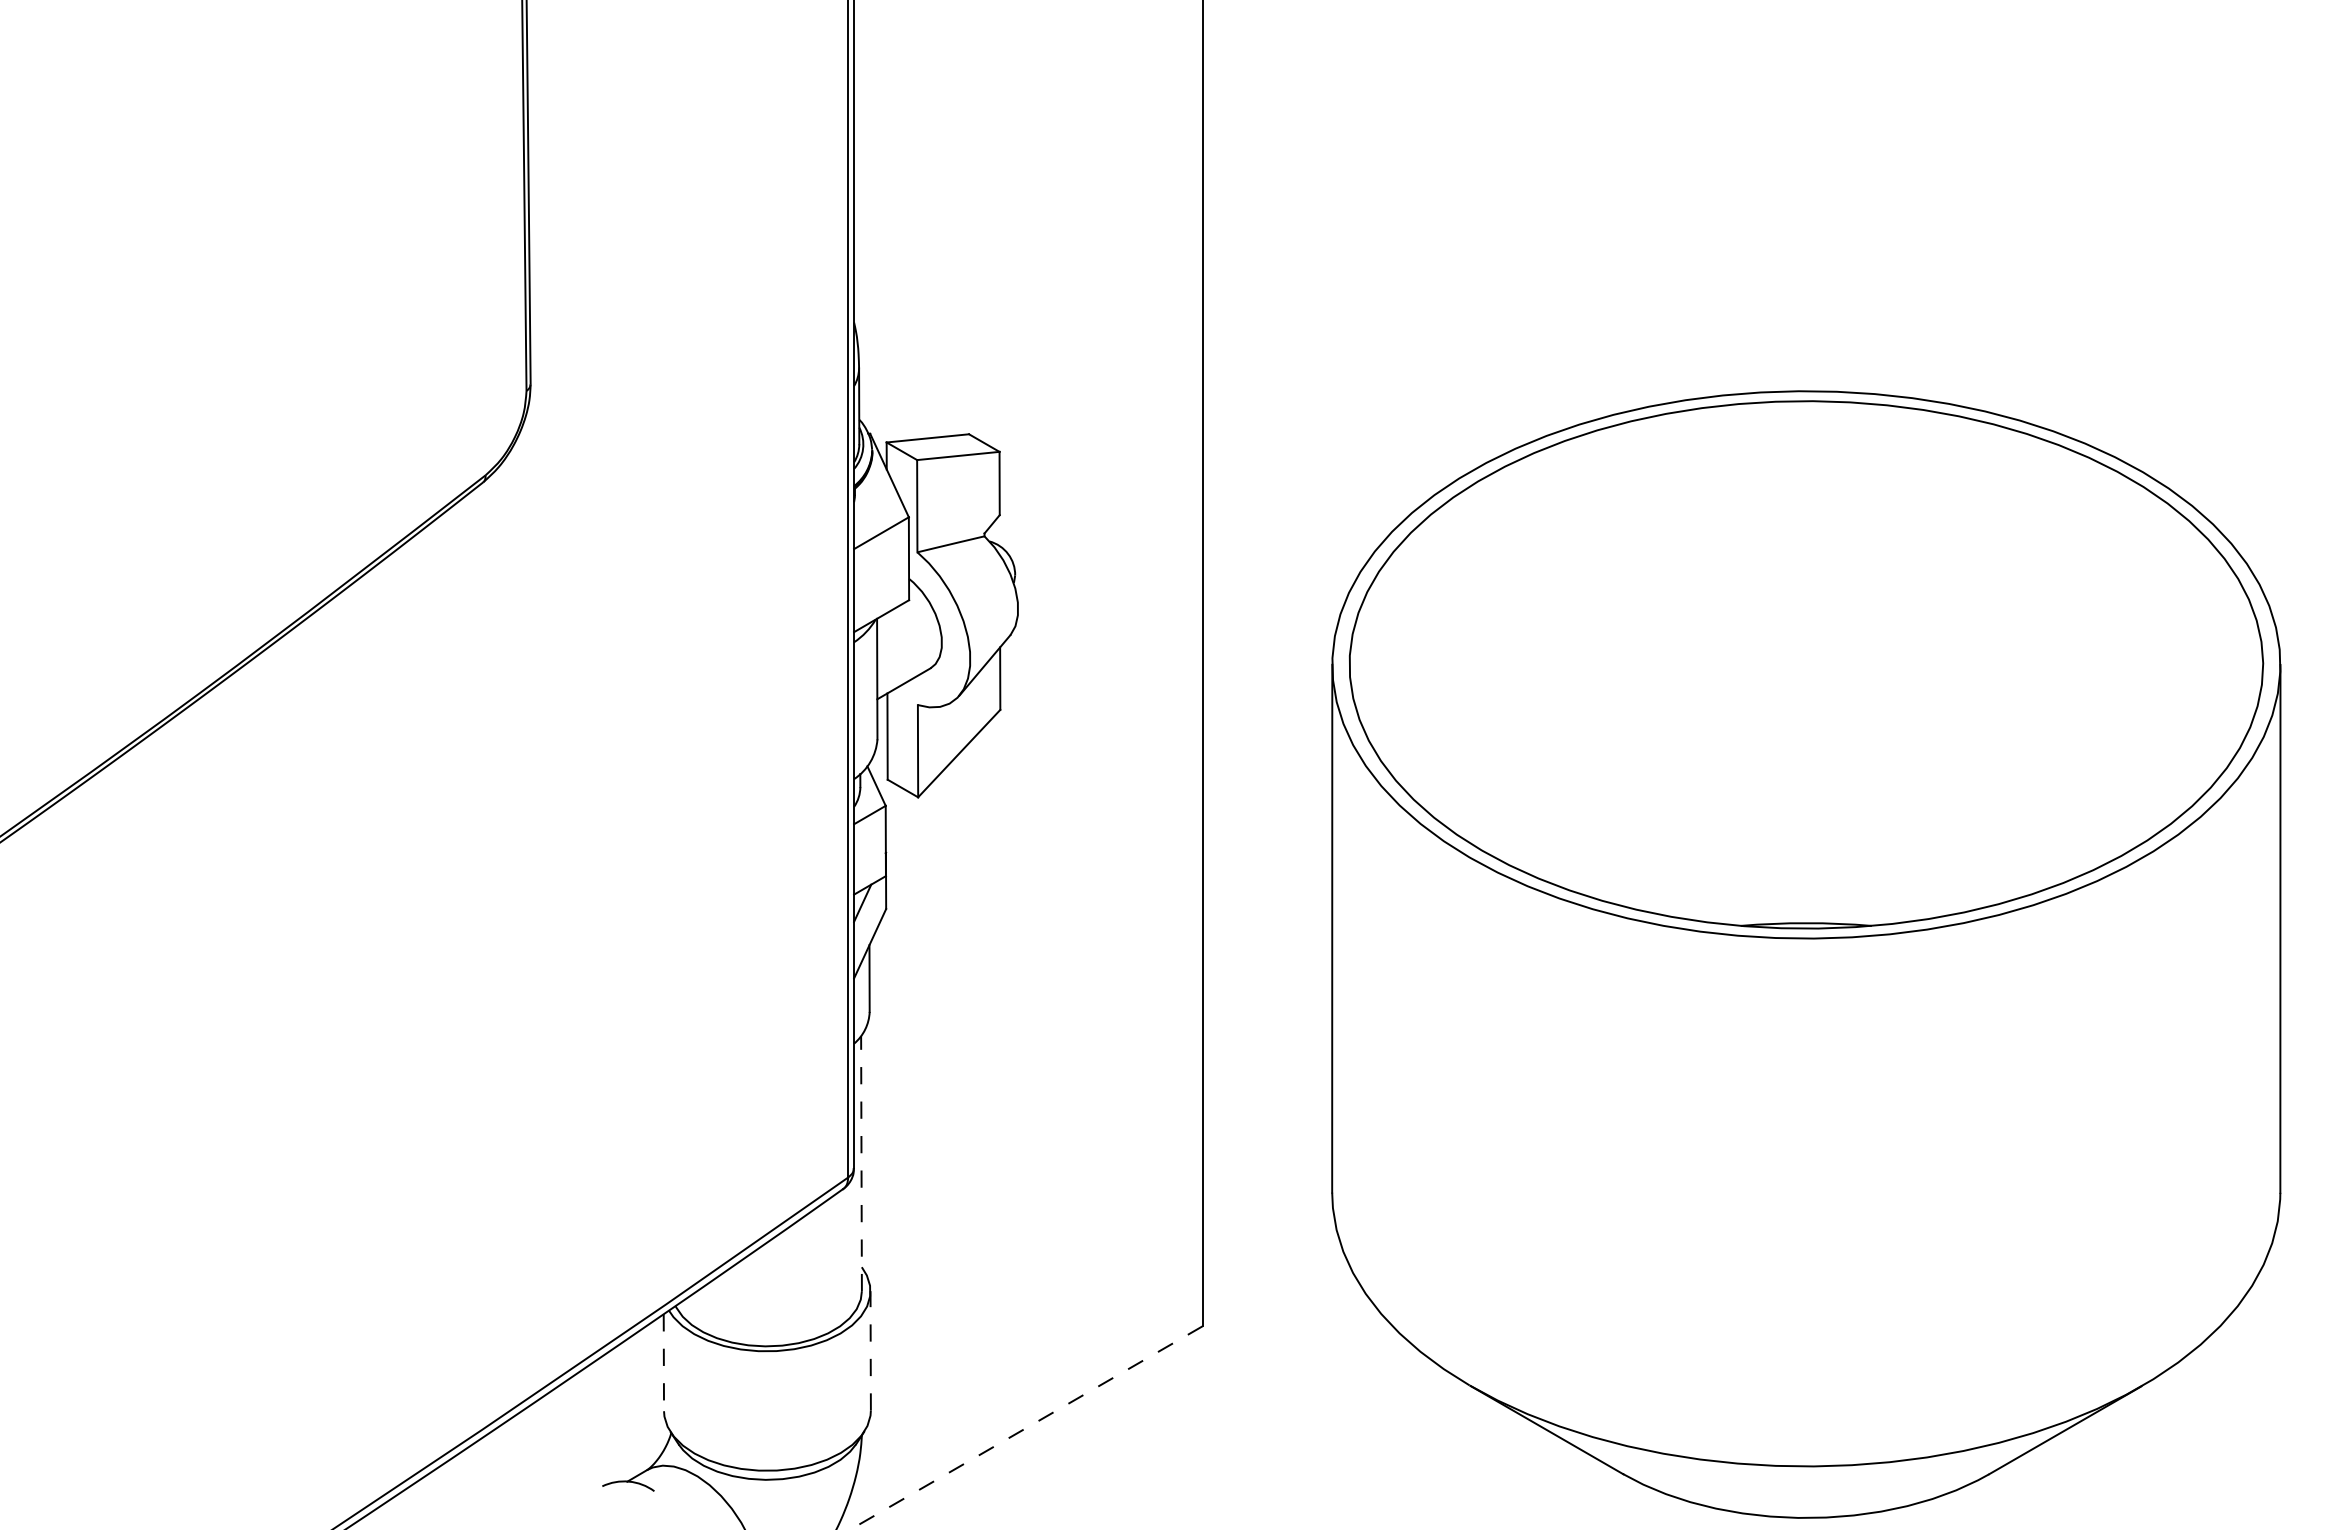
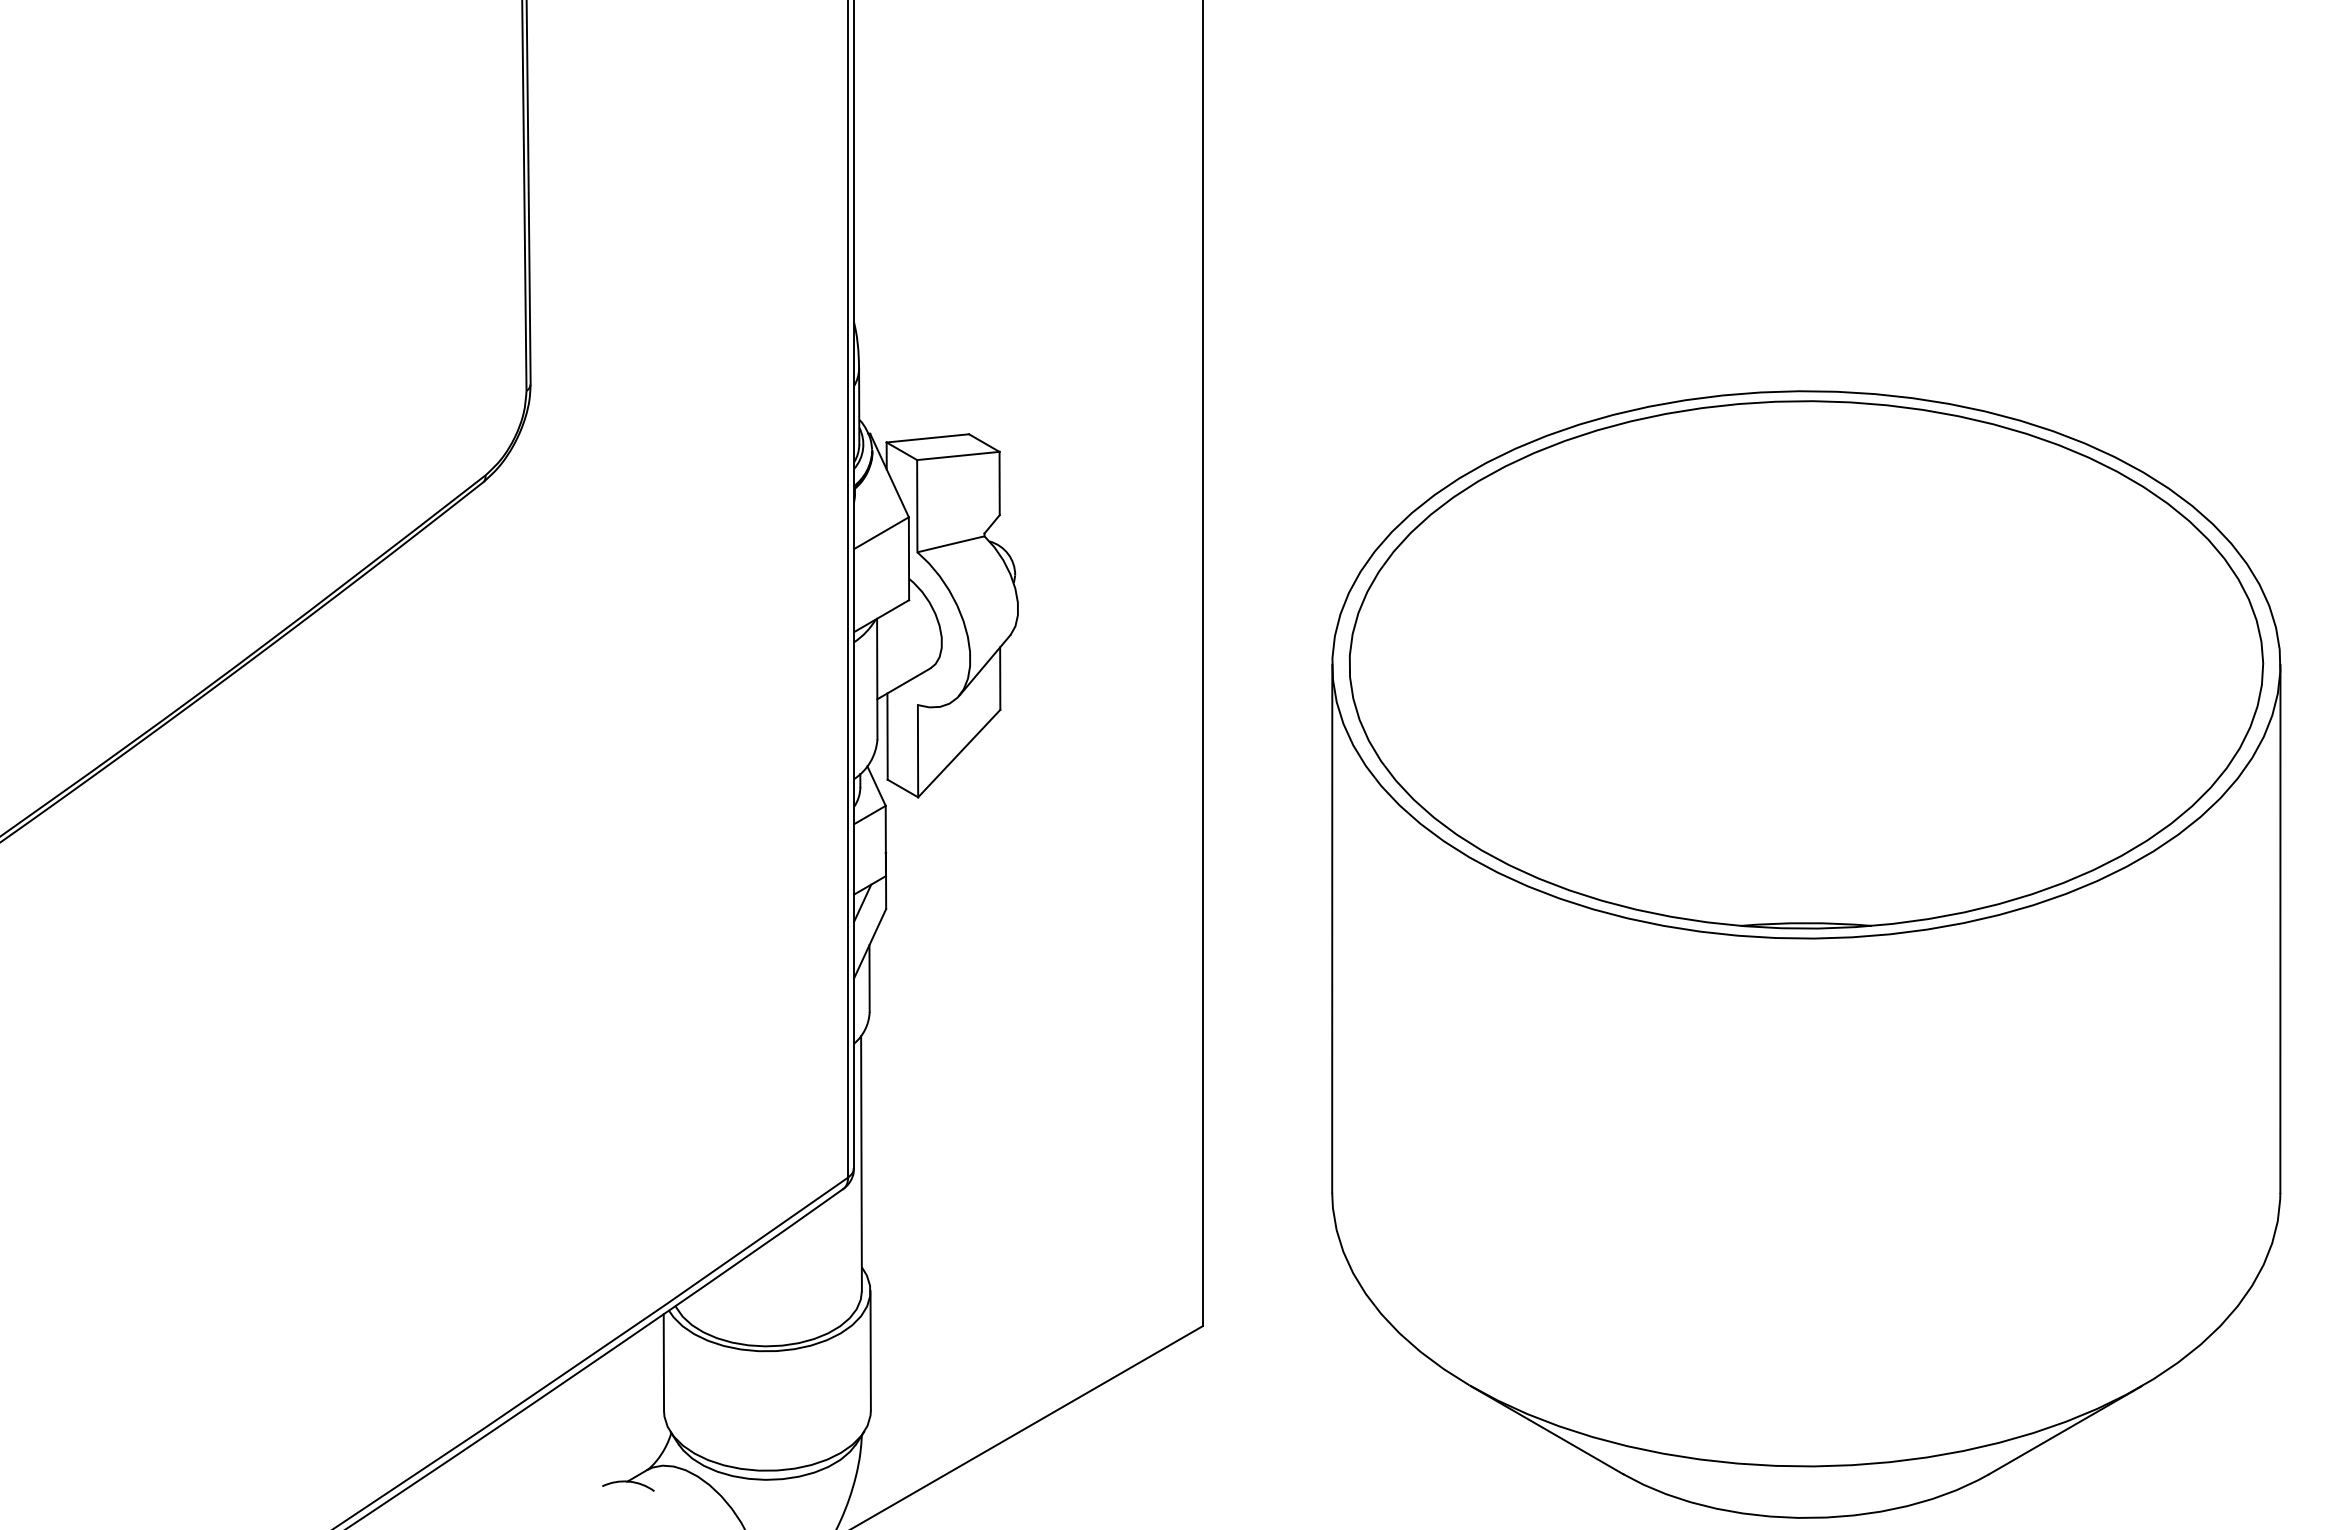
line at (861, 1163): dashed -> solid
line at (870, 1350): dashed -> solid
line at (663, 1363): dashed -> solid
line at (1026, 1427): dashed -> solid
